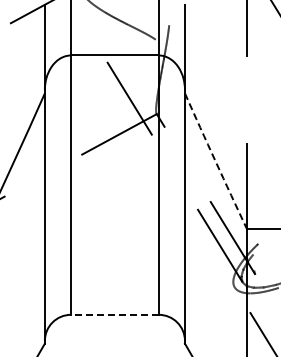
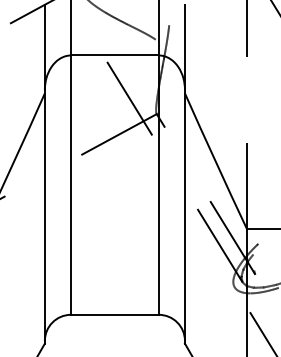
arc at (215, 161): dashed -> solid
line at (114, 314): dashed -> solid
